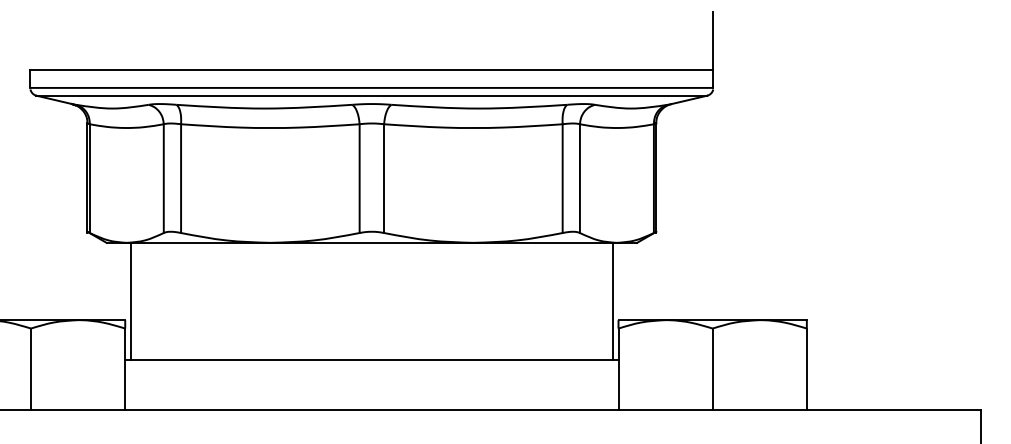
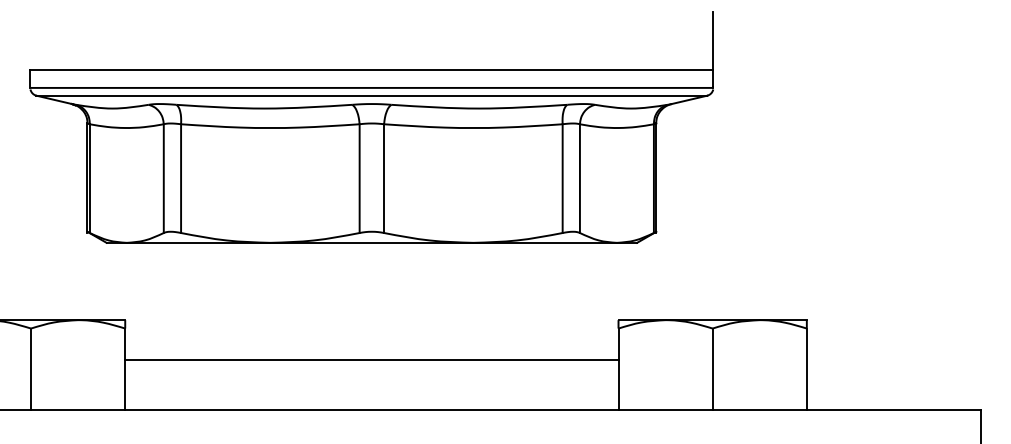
line at (130, 300): present -> none
line at (612, 300): present -> none
